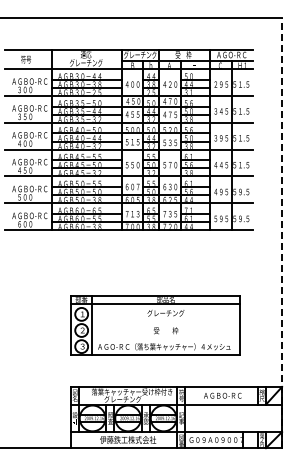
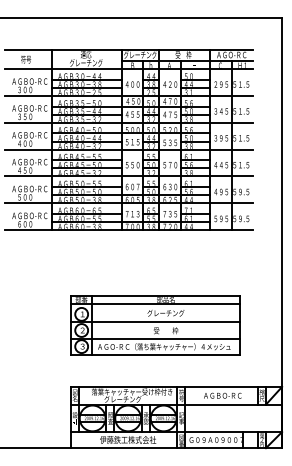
line at (282, 232): dashed -> solid
line at (155, 322): none -> present
line at (155, 338): none -> present
